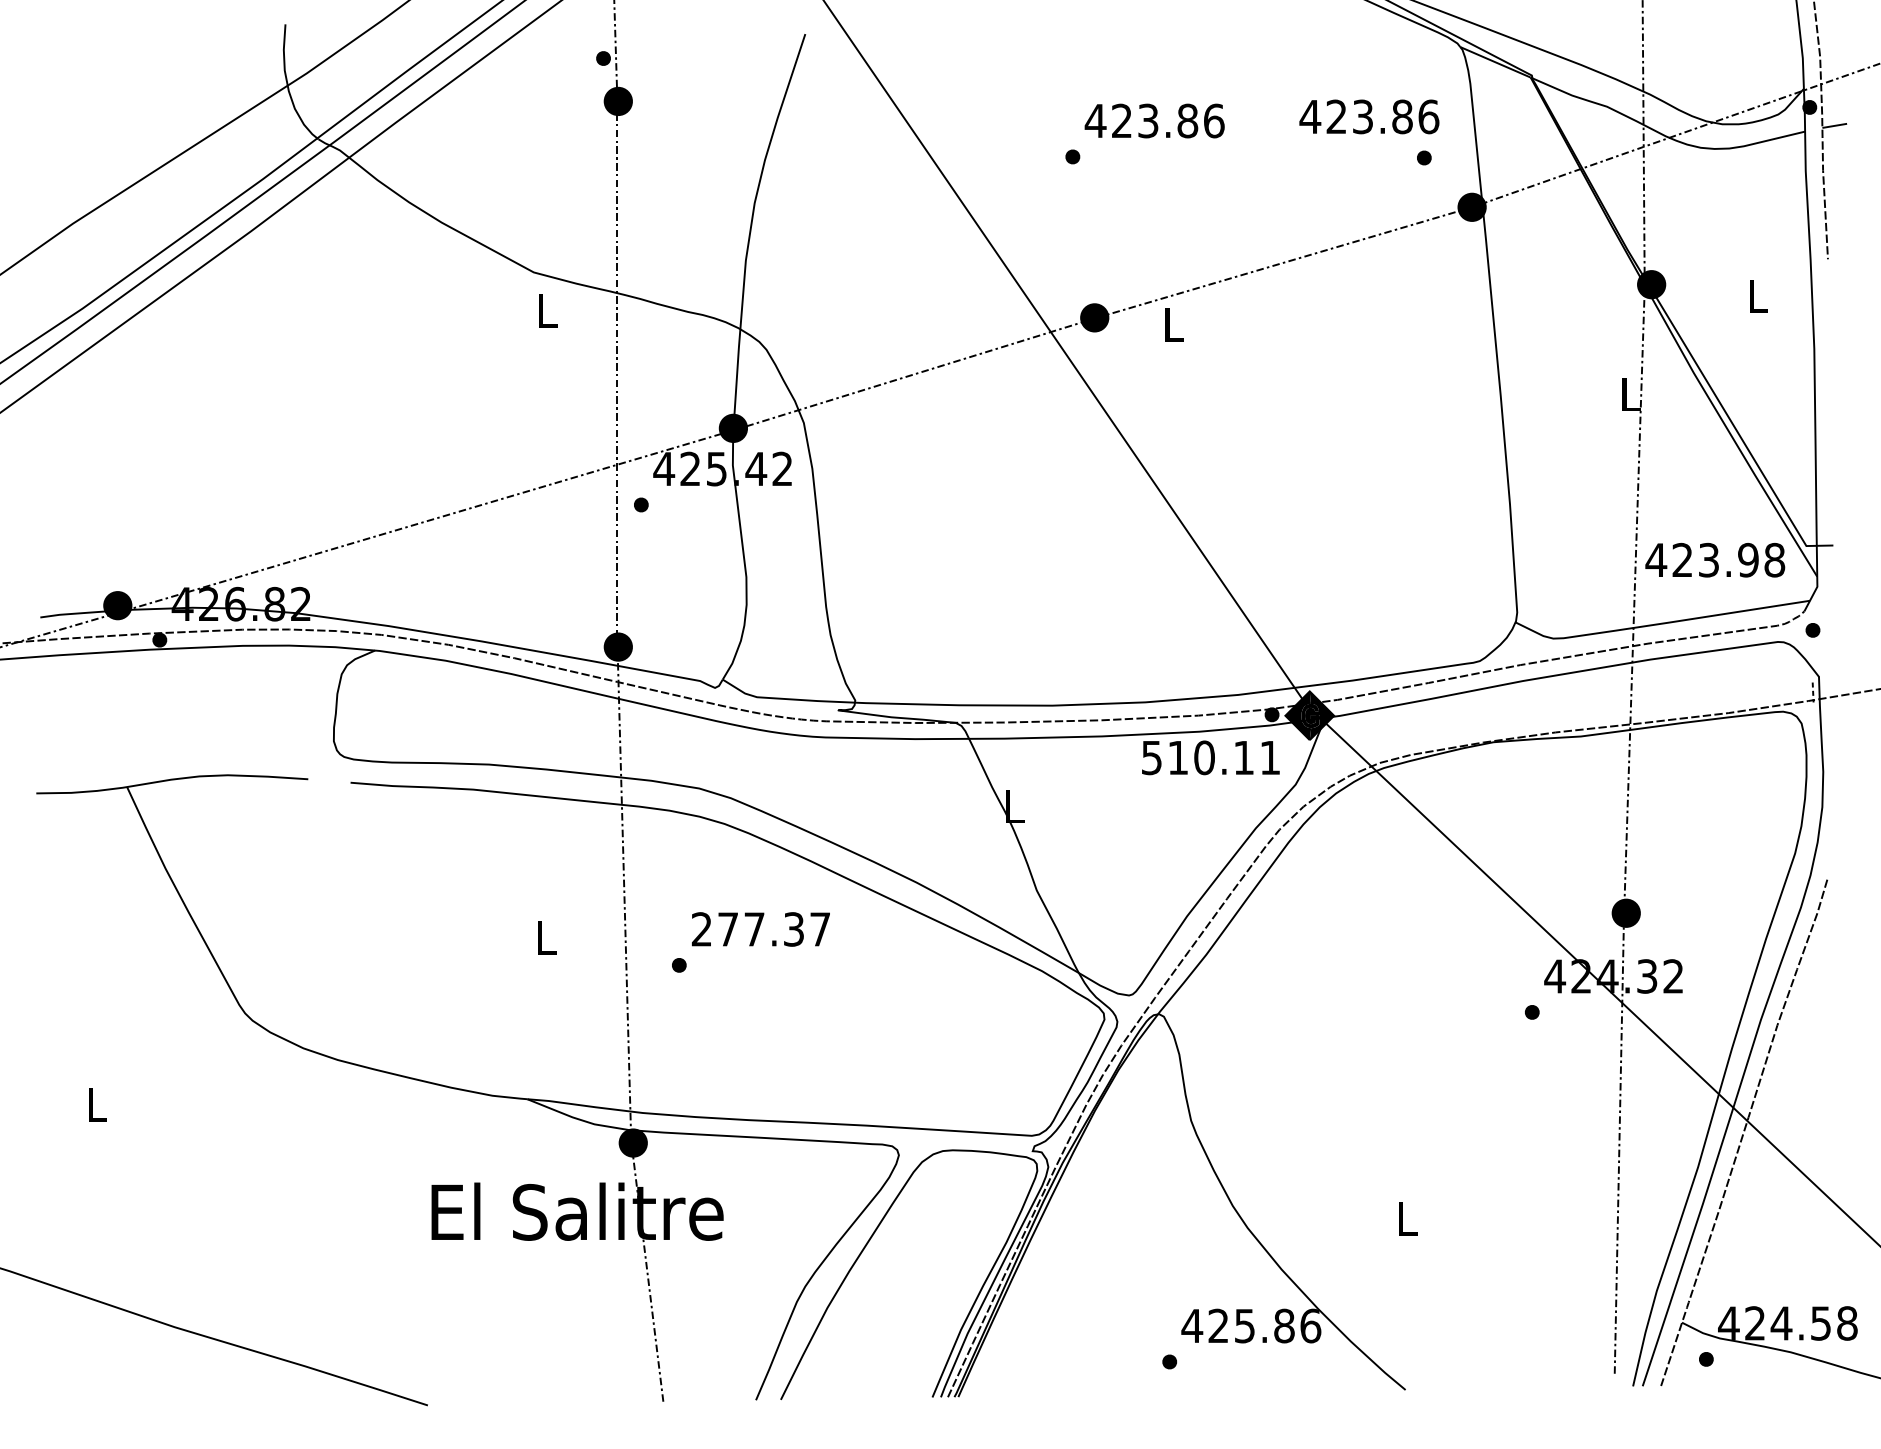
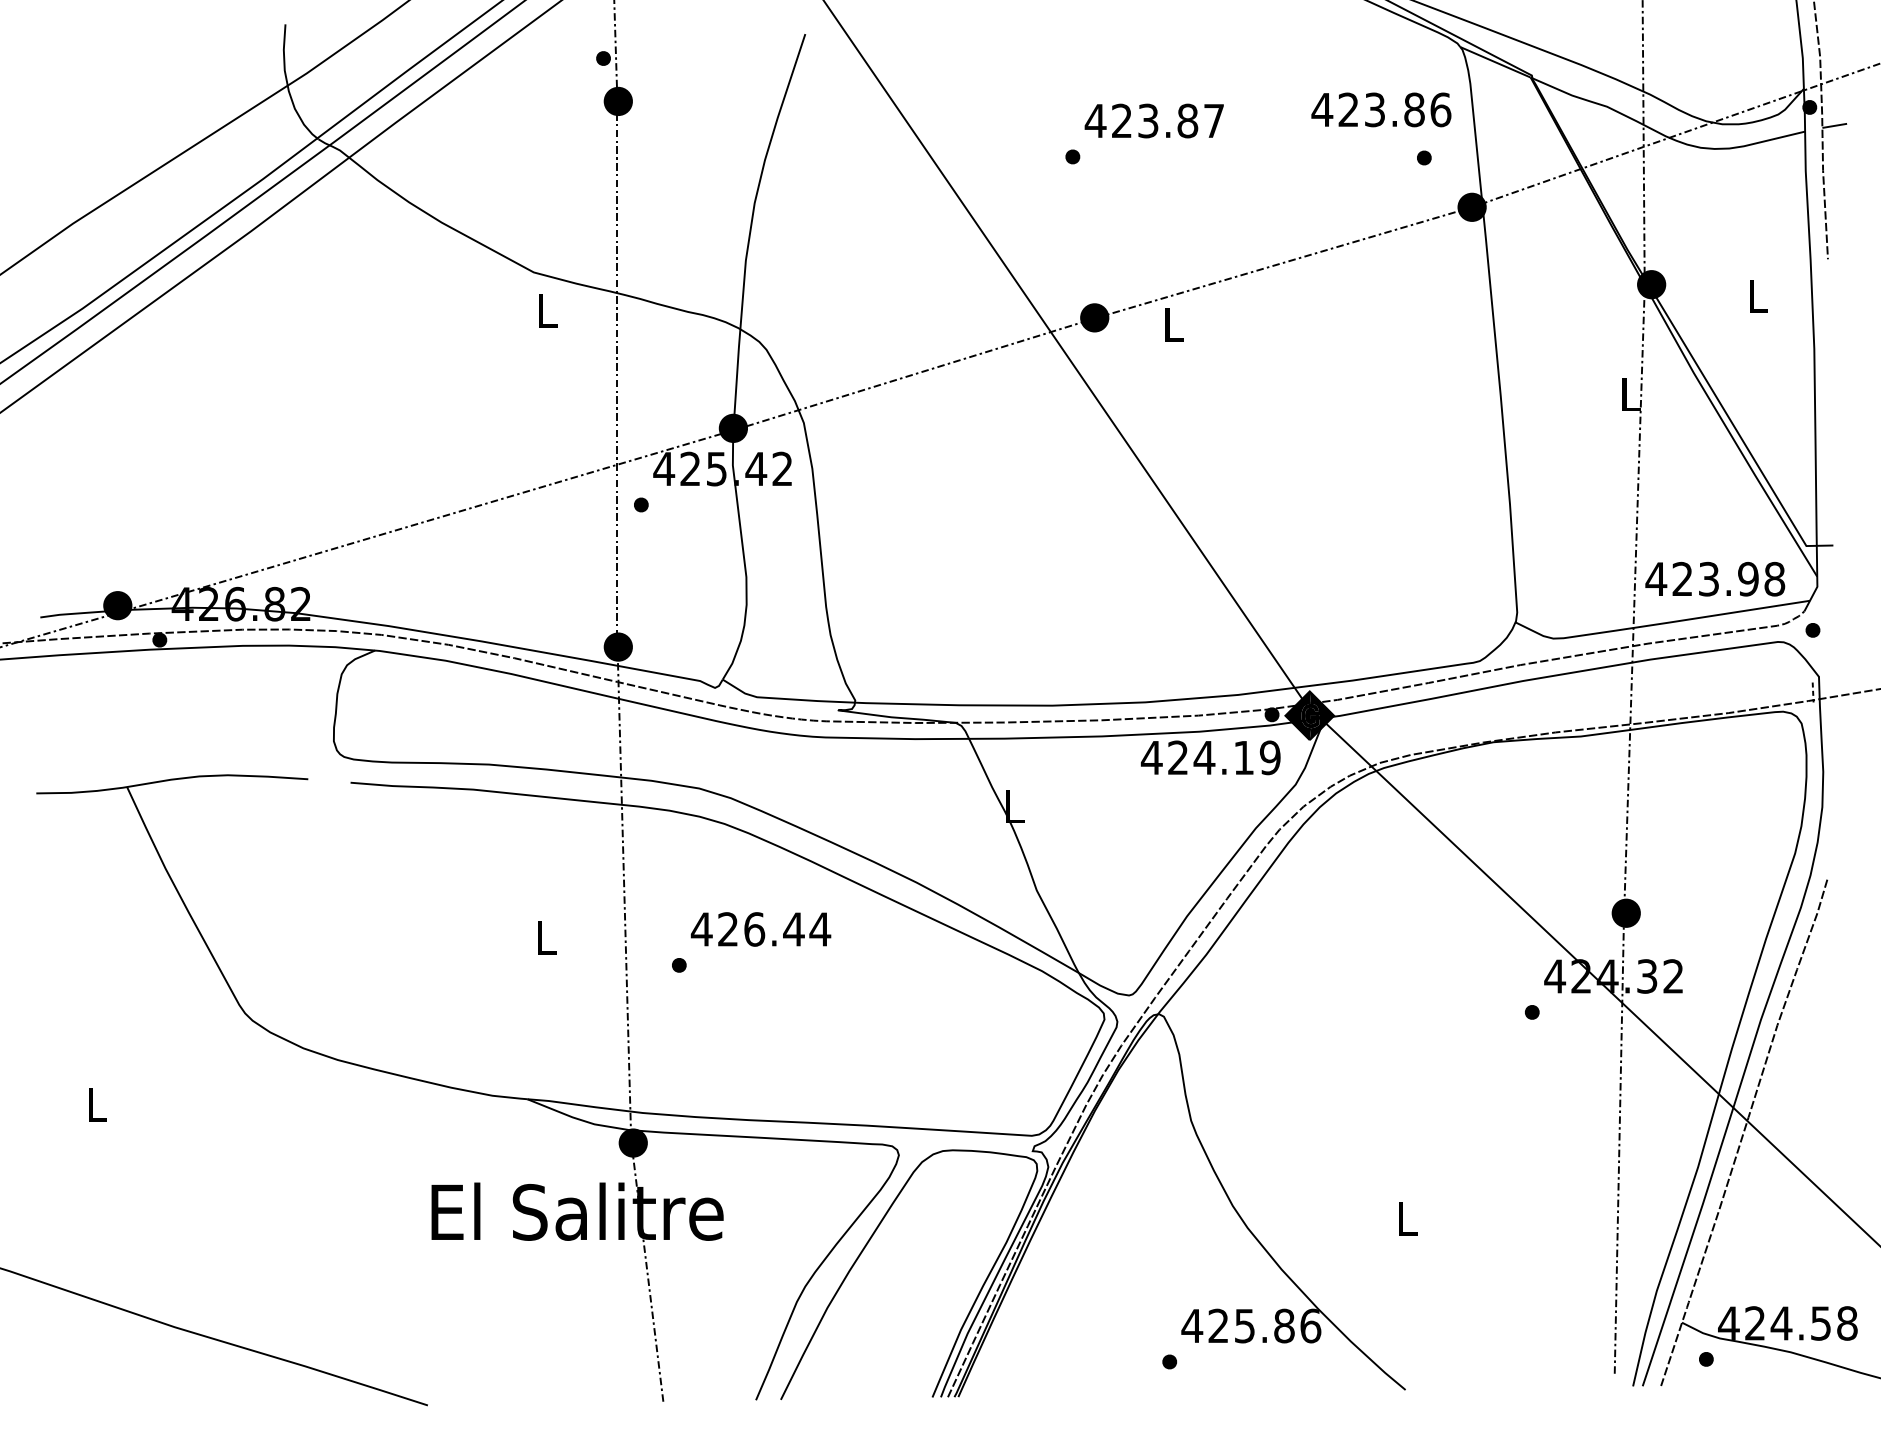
text at (1369, 116) position: (1369, 116) -> (1381, 109)
text at (1214, 120): 423.86 -> 423.87
text at (1715, 560) position: (1715, 560) -> (1715, 579)
text at (1210, 757): 510.11 -> 424.19
text at (760, 929): 277.37 -> 426.44
